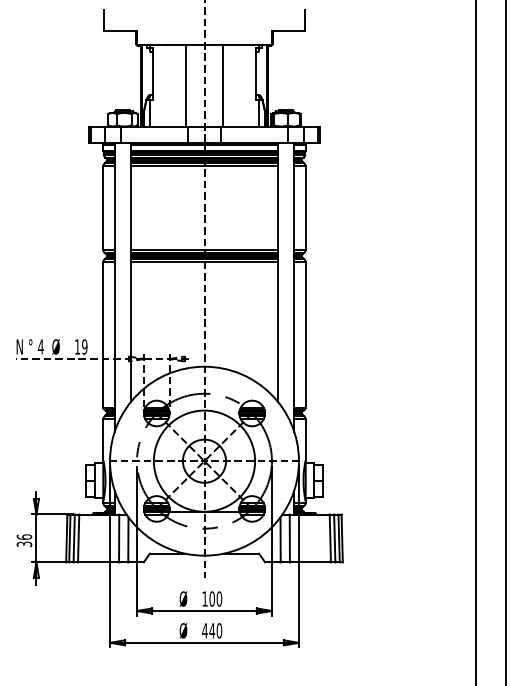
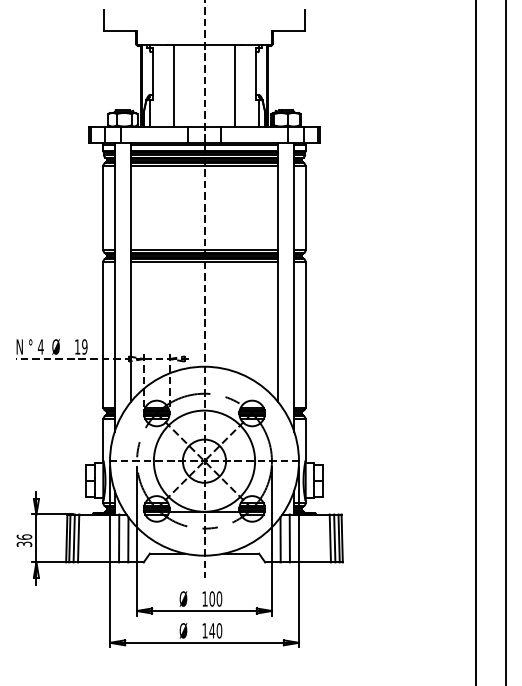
line at (185, 85) position: (185, 85) -> (173, 85)
line at (223, 85) position: (223, 85) -> (235, 85)
text at (204, 630): 440 -> 140
